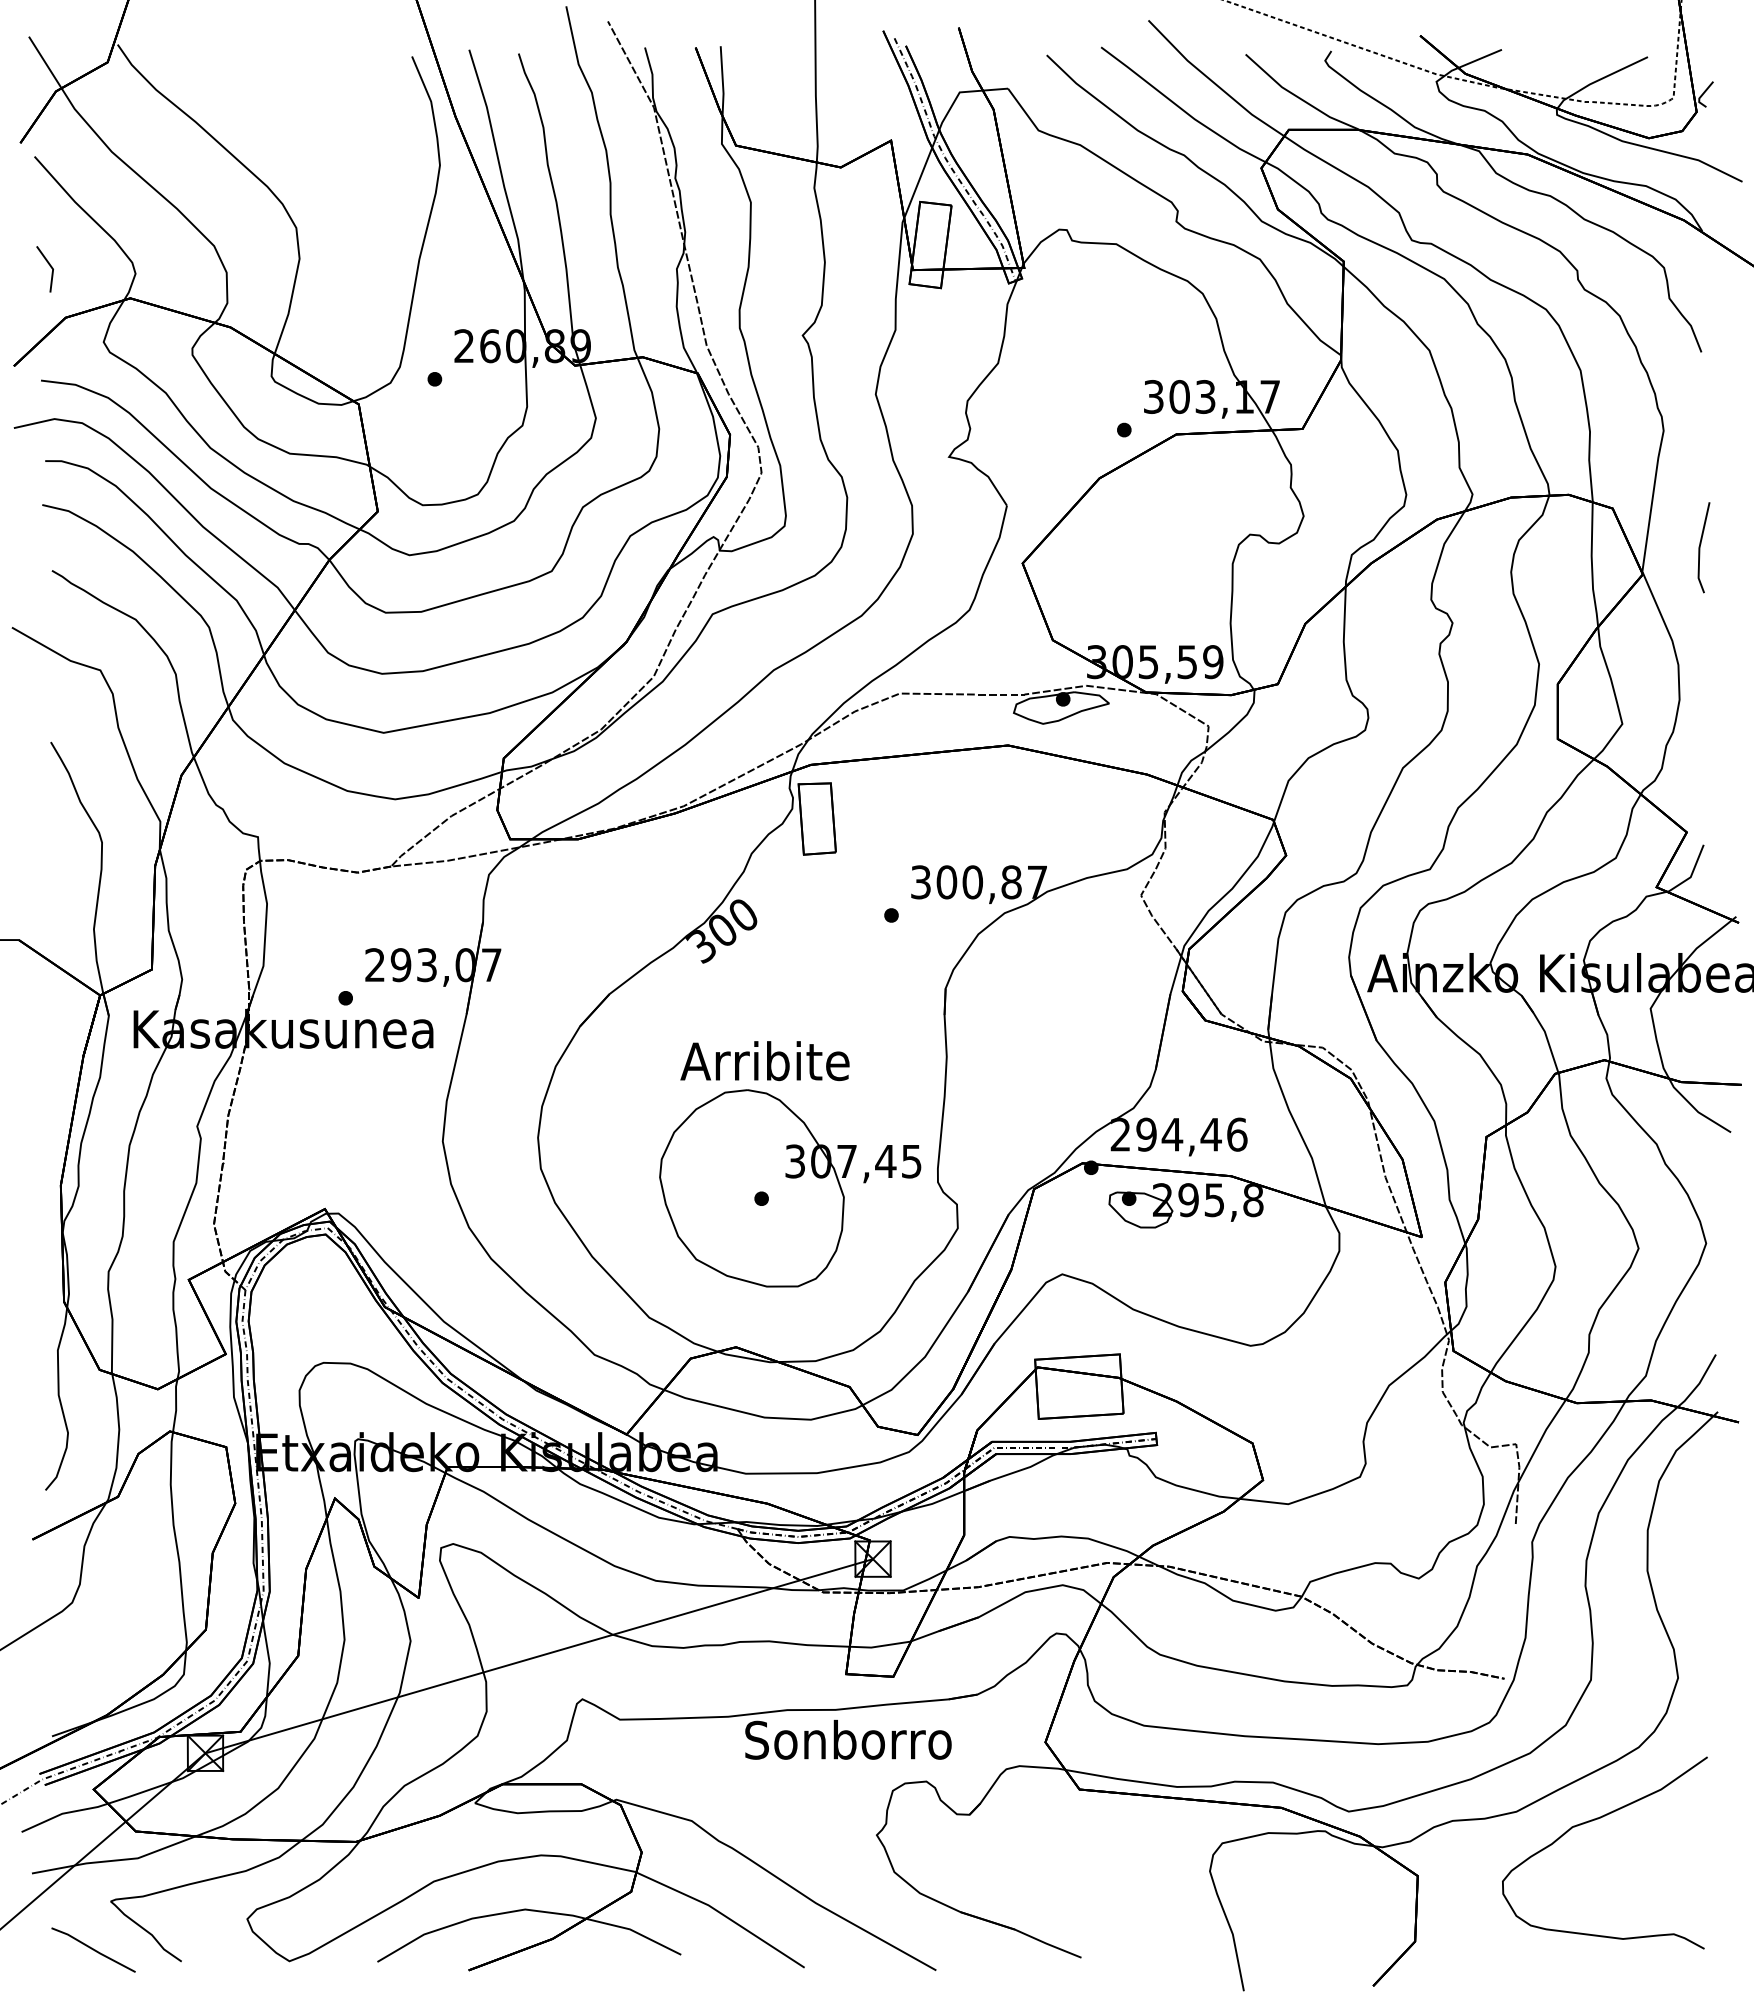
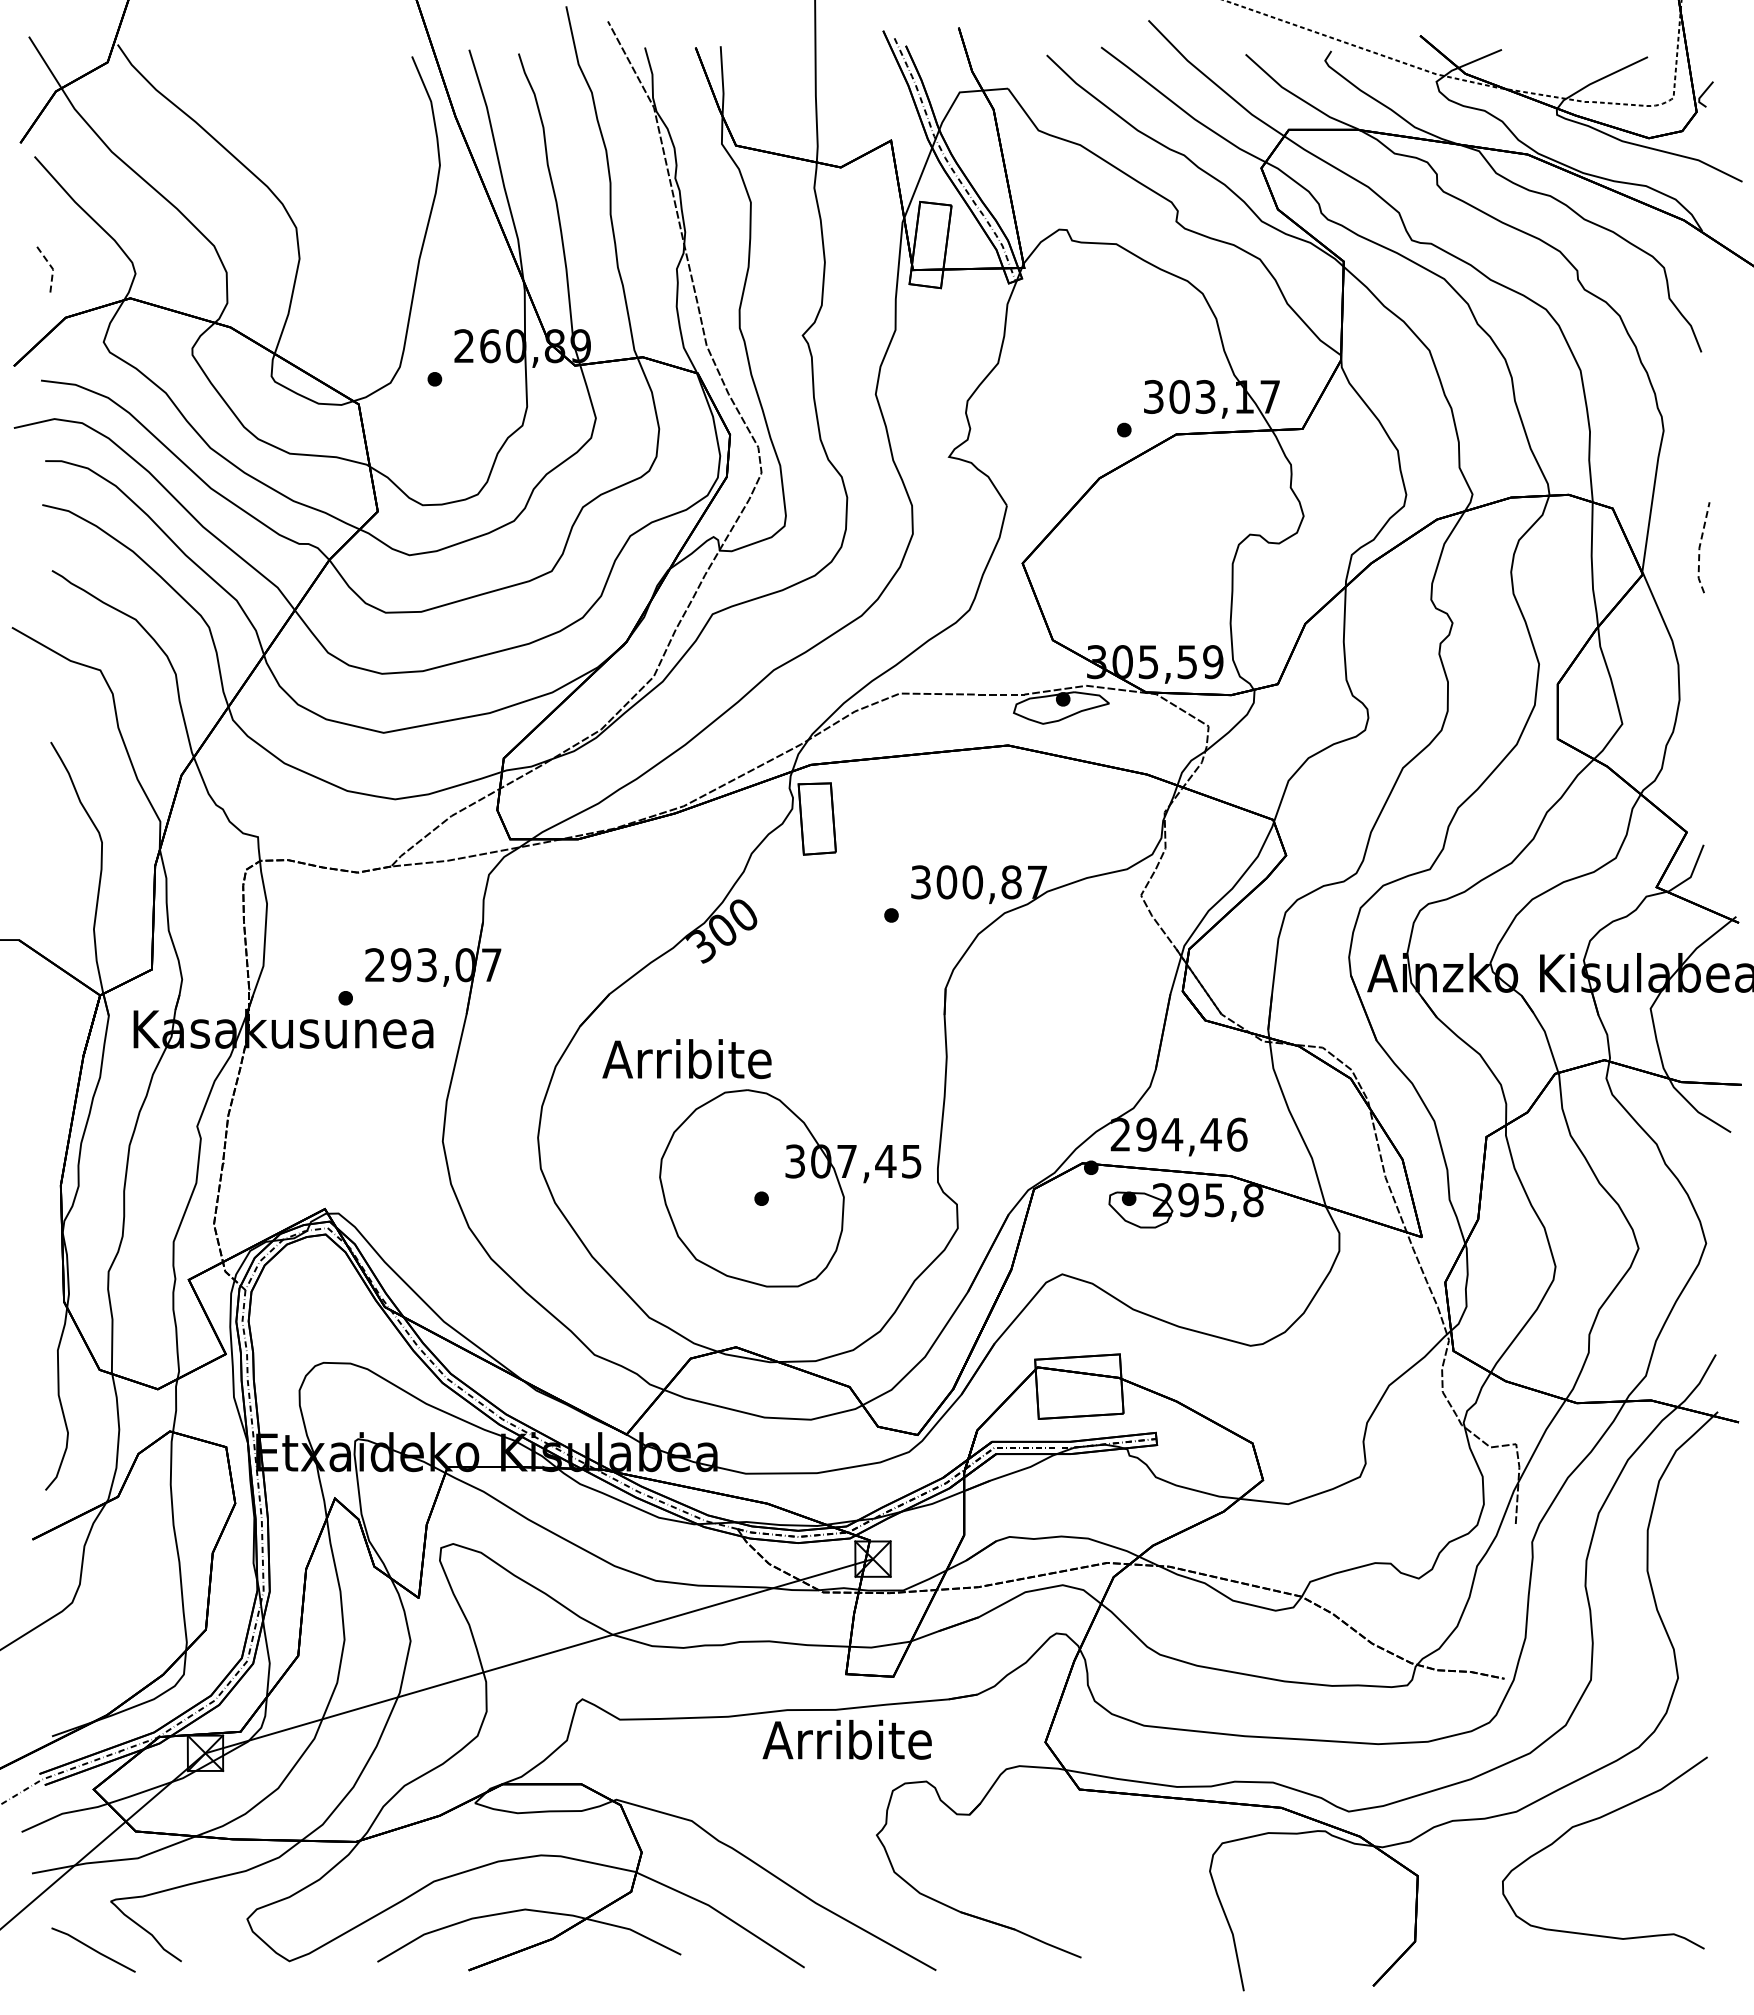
line at (52, 267): solid -> dashed
line at (1699, 548): solid -> dashed
text at (764, 1061) position: (764, 1061) -> (686, 1059)
text at (848, 1739): Sonborro -> Arribite
